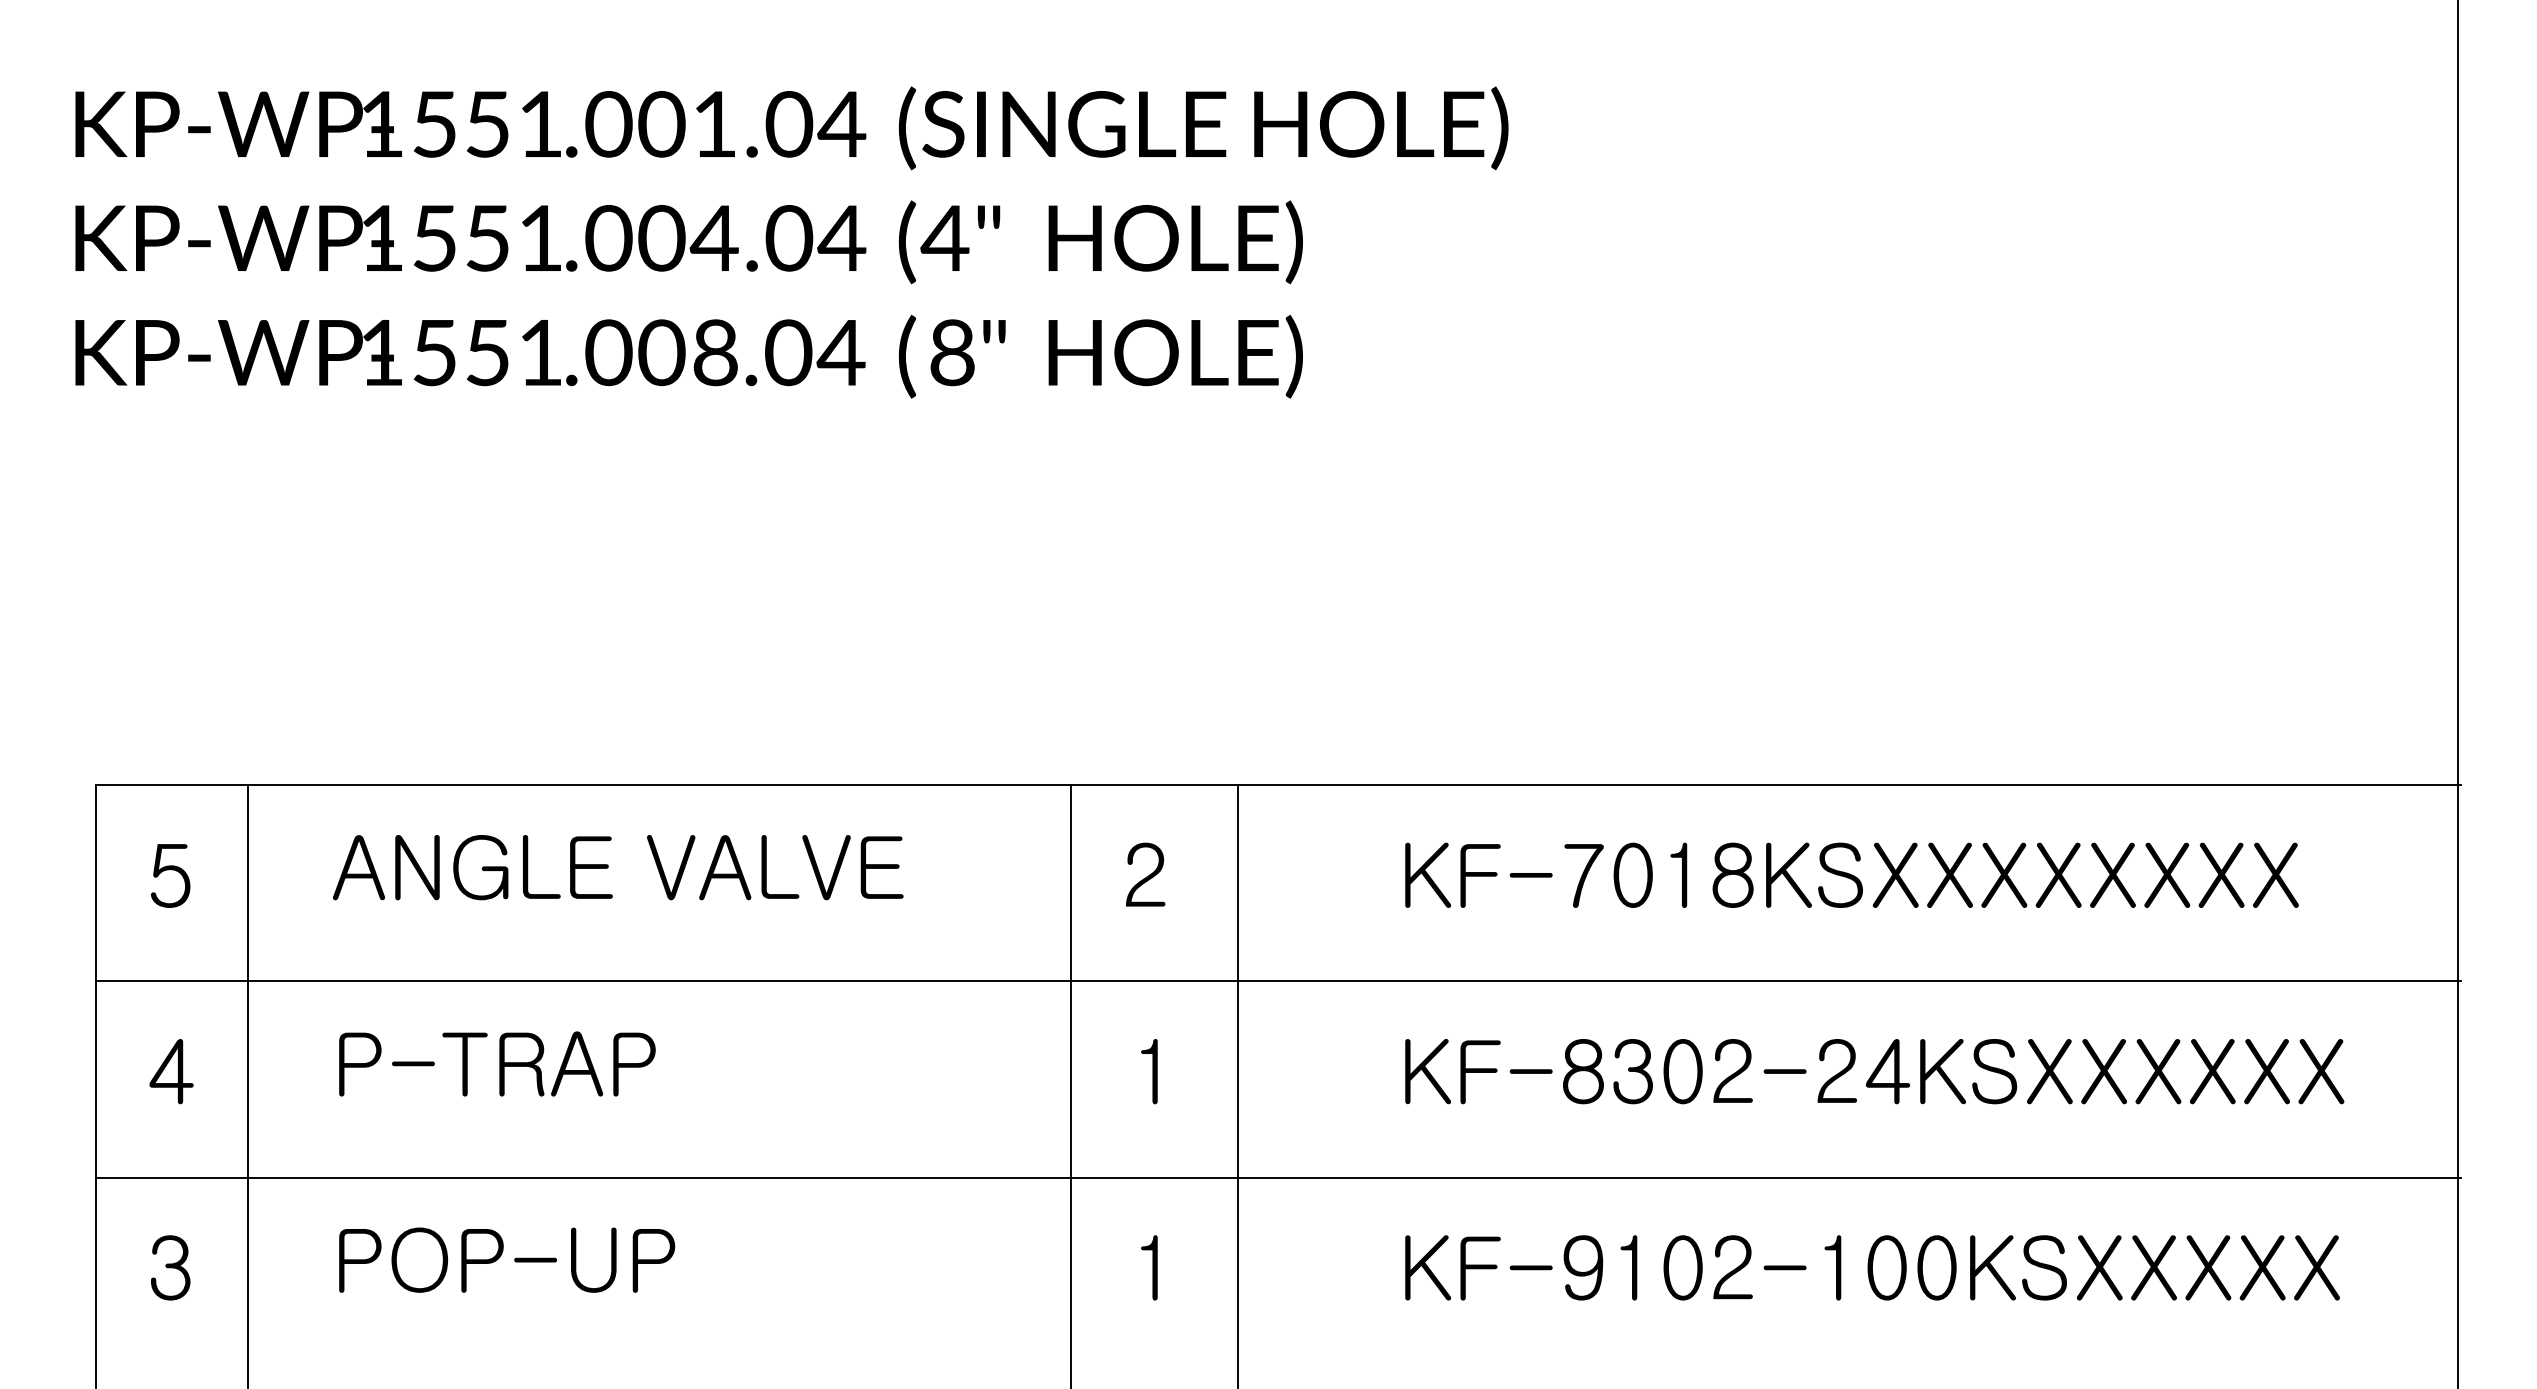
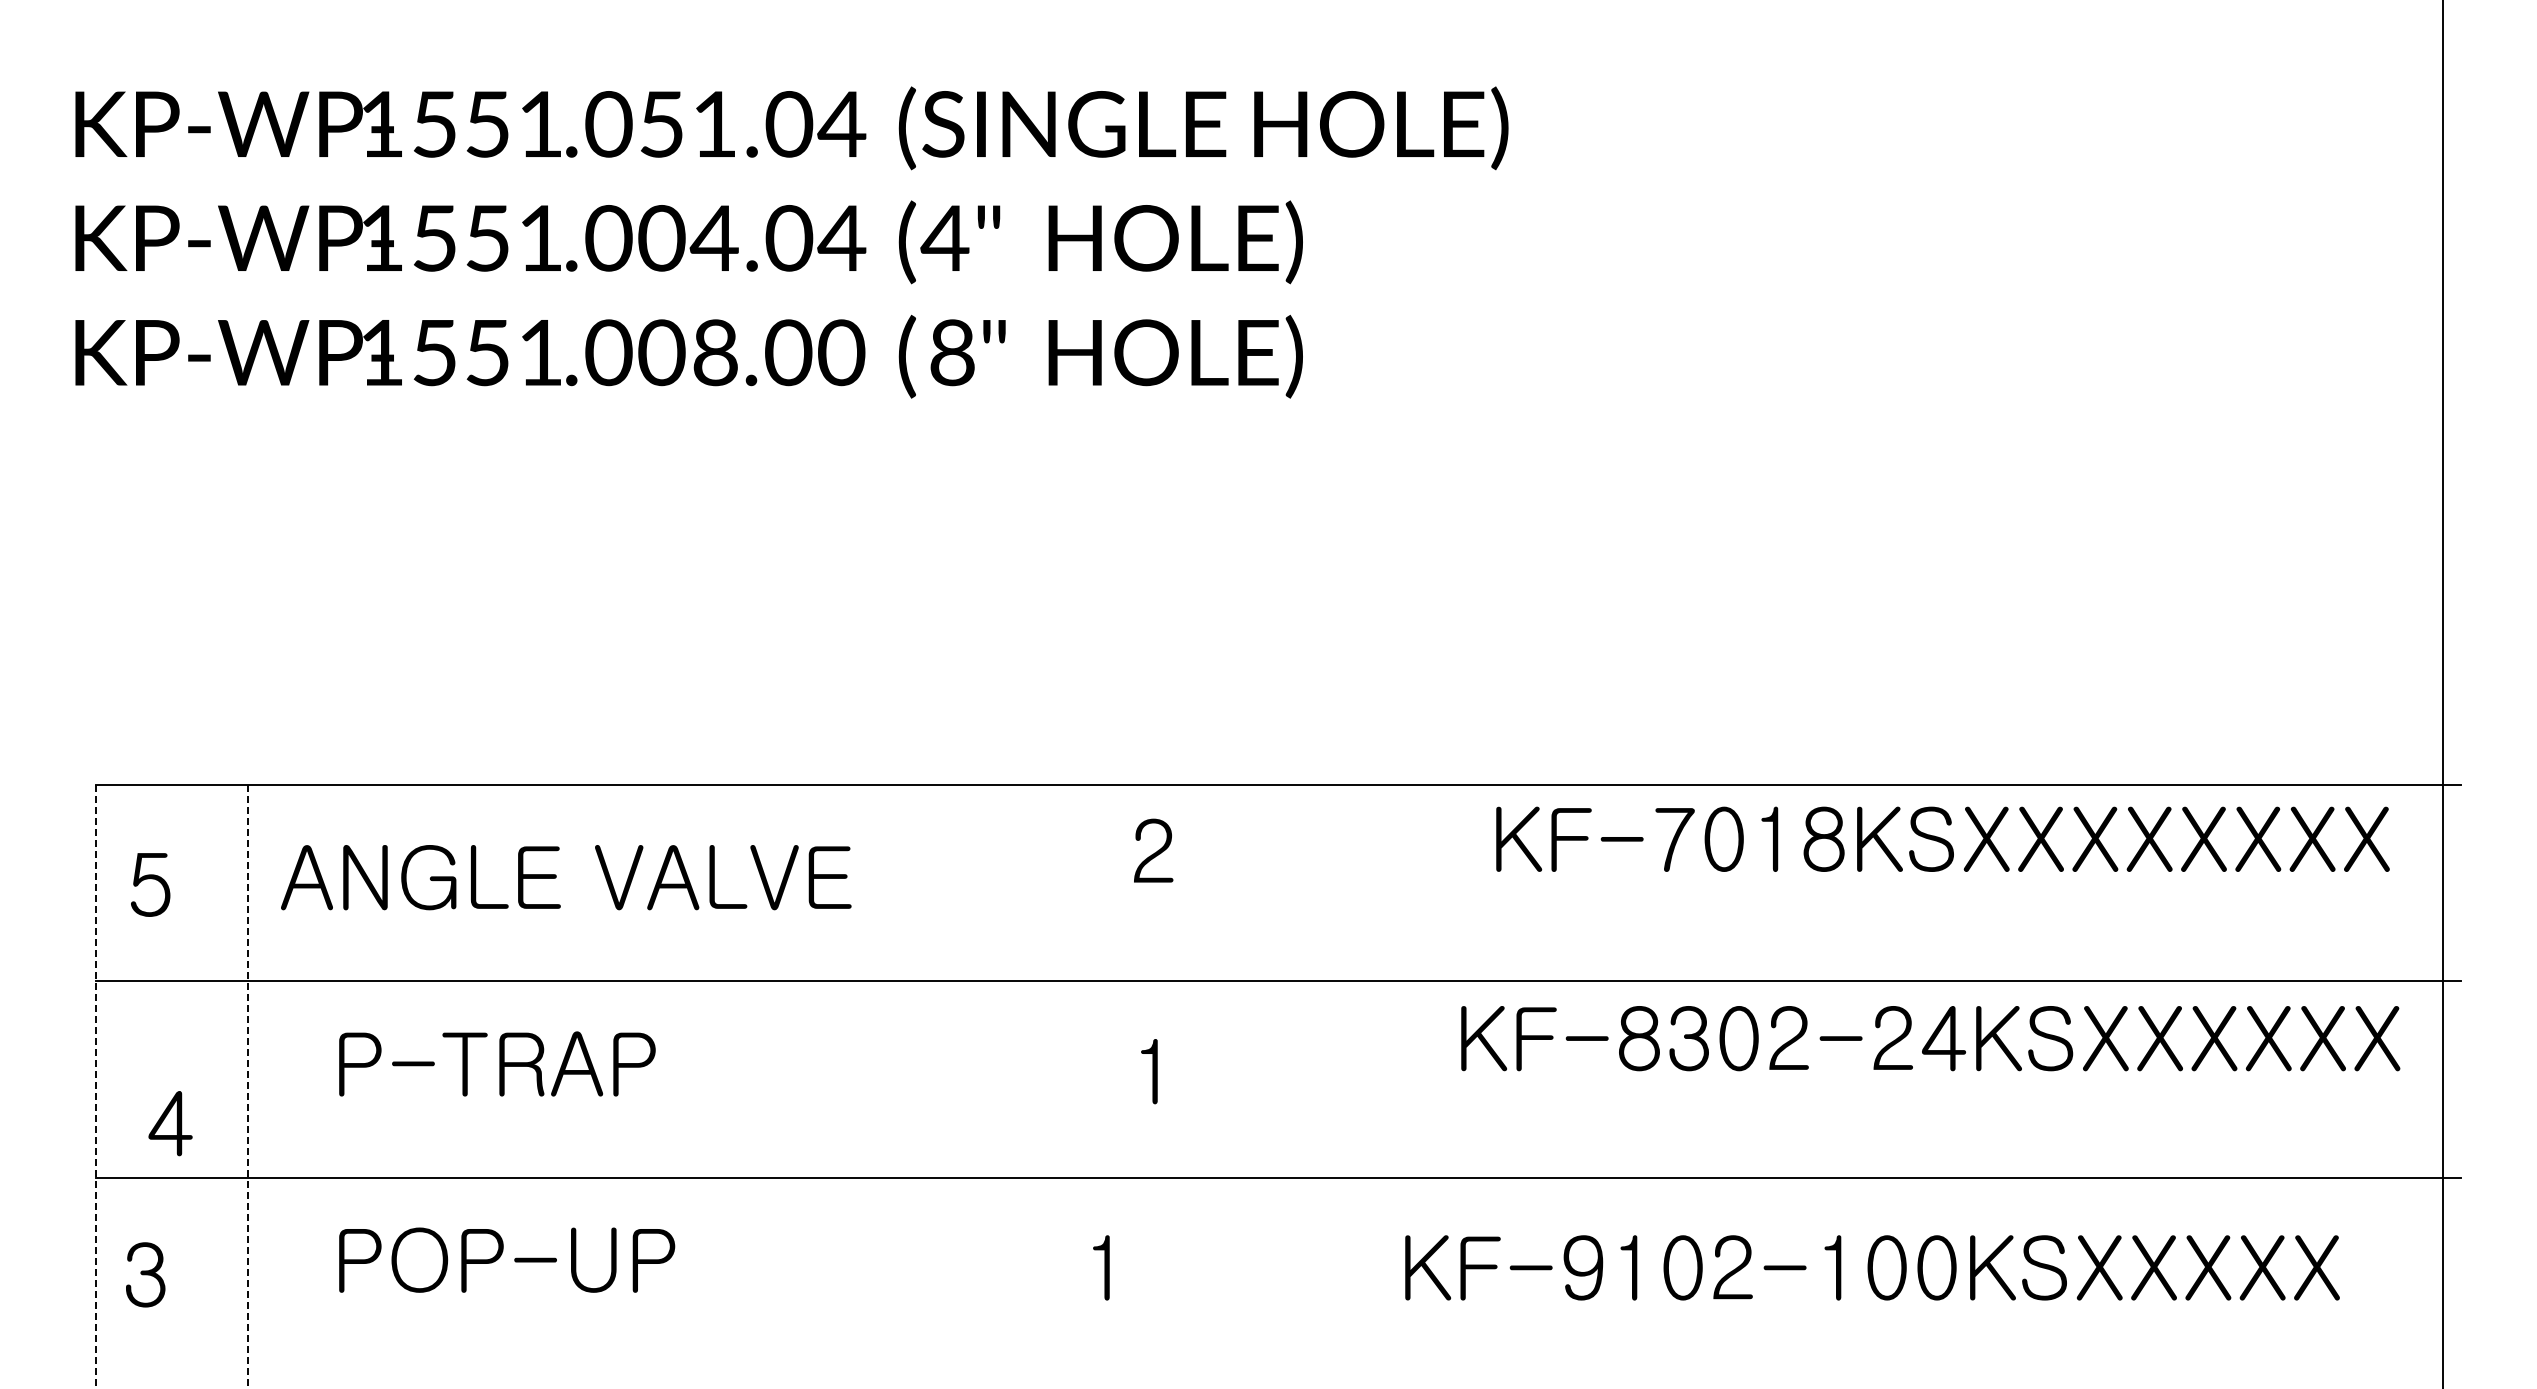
text at (661, 124): .001.04 -> .051.04
text at (840, 352): .04 -> .00
line at (2457, 693) position: (2457, 693) -> (2442, 693)
text at (618, 867) position: (618, 867) -> (566, 877)
text at (1145, 874) position: (1145, 874) -> (1153, 850)
text at (1851, 874) position: (1851, 874) -> (1942, 838)
text at (170, 875) position: (170, 875) -> (150, 884)
text at (171, 1071) position: (171, 1071) -> (170, 1123)
text at (1874, 1071) position: (1874, 1071) -> (1930, 1038)
line at (1070, 1085): present -> none
line at (1237, 1085): present -> none
line at (95, 1087): solid -> dashed
line at (248, 1087): solid -> dashed
text at (170, 1267) position: (170, 1267) -> (145, 1274)
text at (1149, 1267) position: (1149, 1267) -> (1101, 1267)
